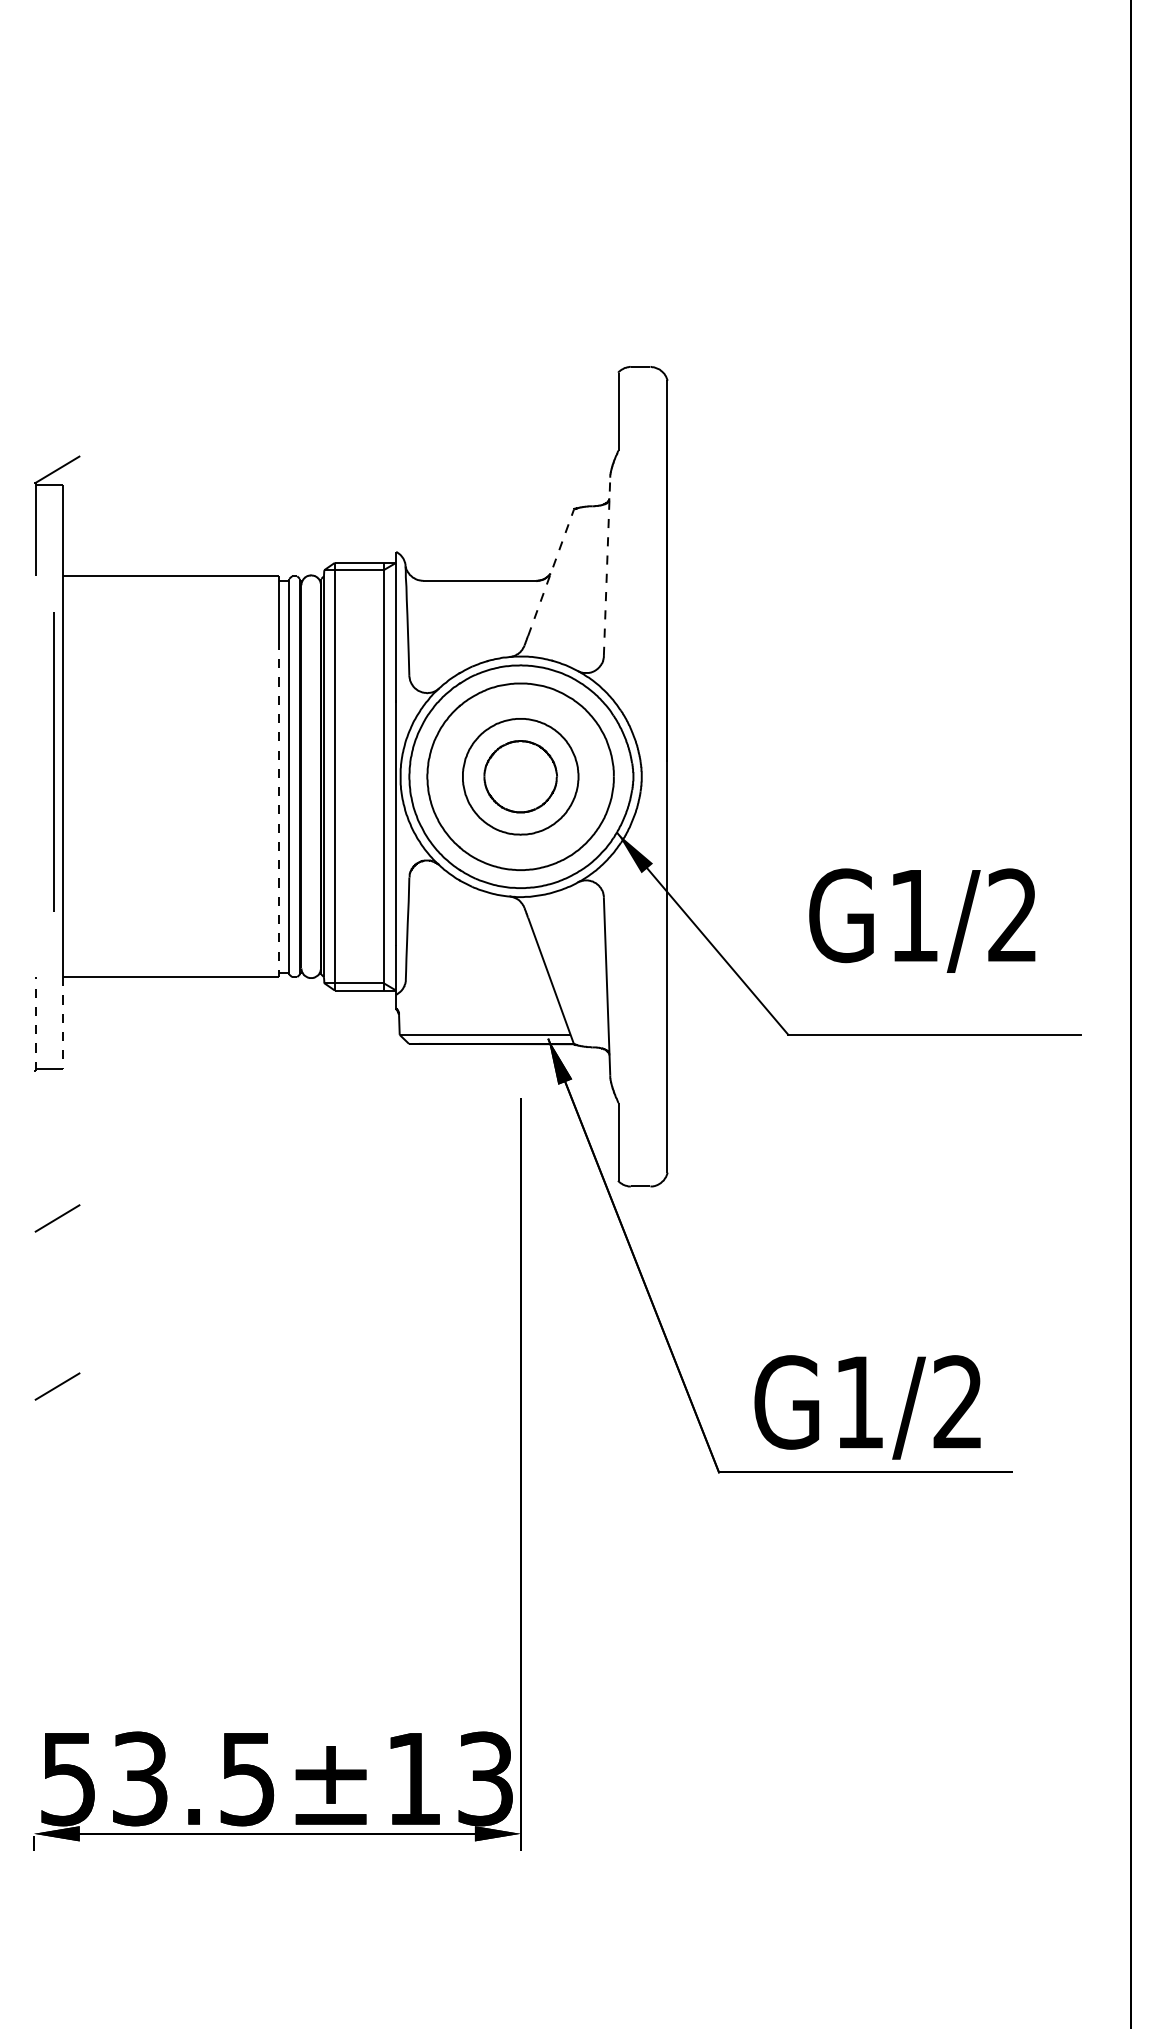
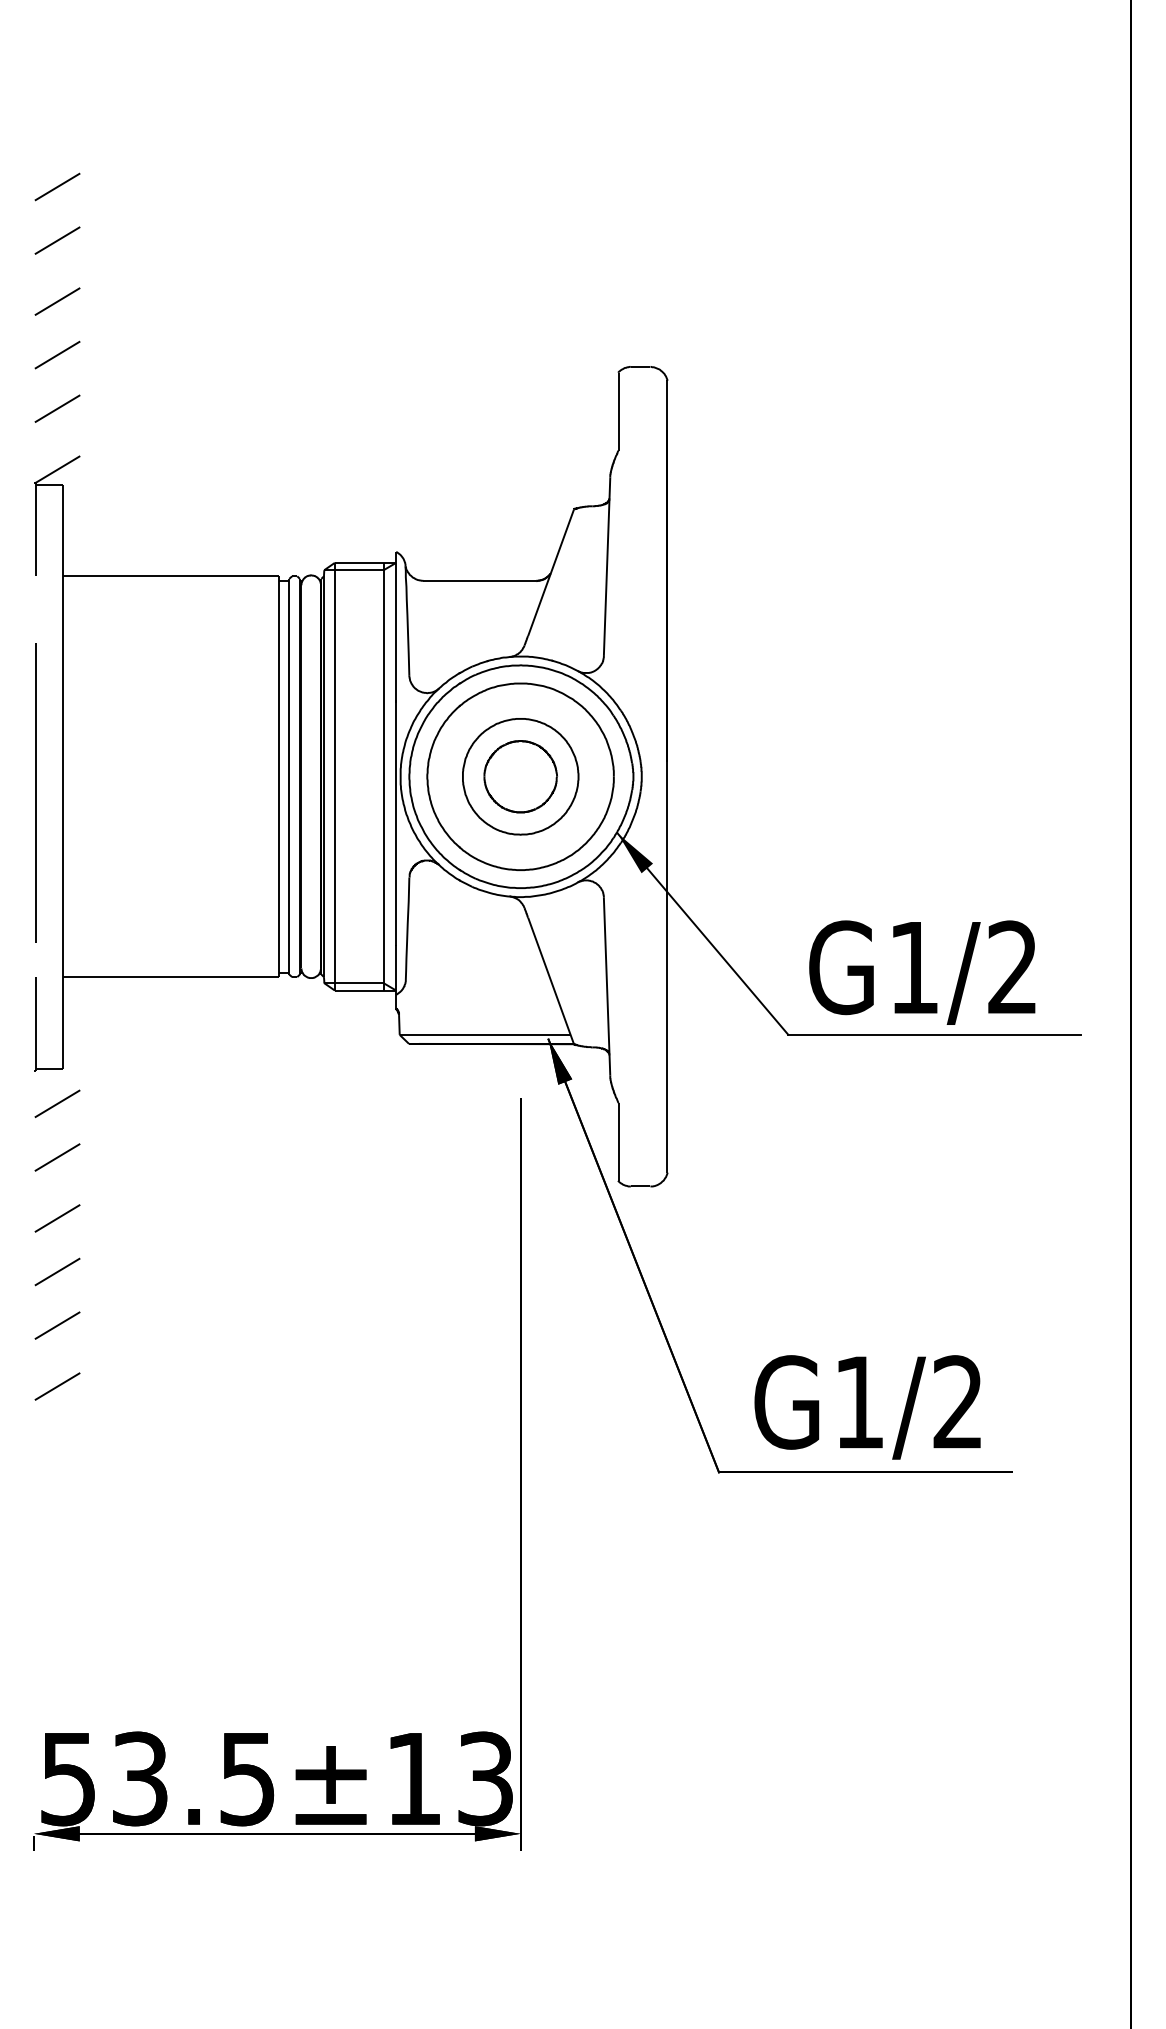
line at (57, 186): none -> present
line at (57, 240): none -> present
line at (57, 301): none -> present
line at (57, 354): none -> present
line at (57, 408): none -> present
line at (607, 566): dashed -> solid
line at (551, 572): dashed -> solid
line at (53, 761) position: (53, 761) -> (35, 792)
line at (279, 809): dashed -> solid
text at (922, 920) position: (922, 920) -> (922, 972)
line at (62, 1022): dashed -> solid
line at (35, 1023): dashed -> solid
line at (57, 1103): none -> present
line at (57, 1157): none -> present
line at (57, 1271): none -> present
line at (57, 1325): none -> present
